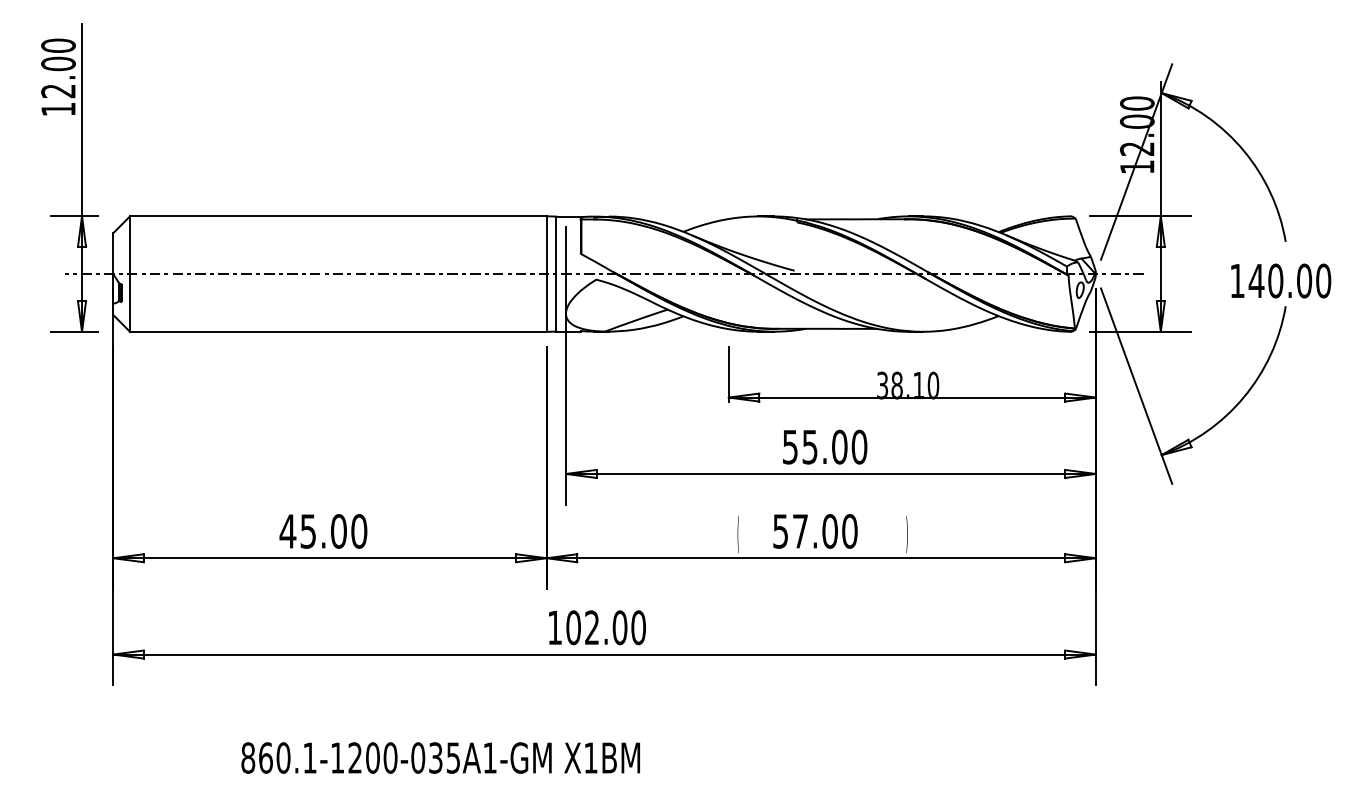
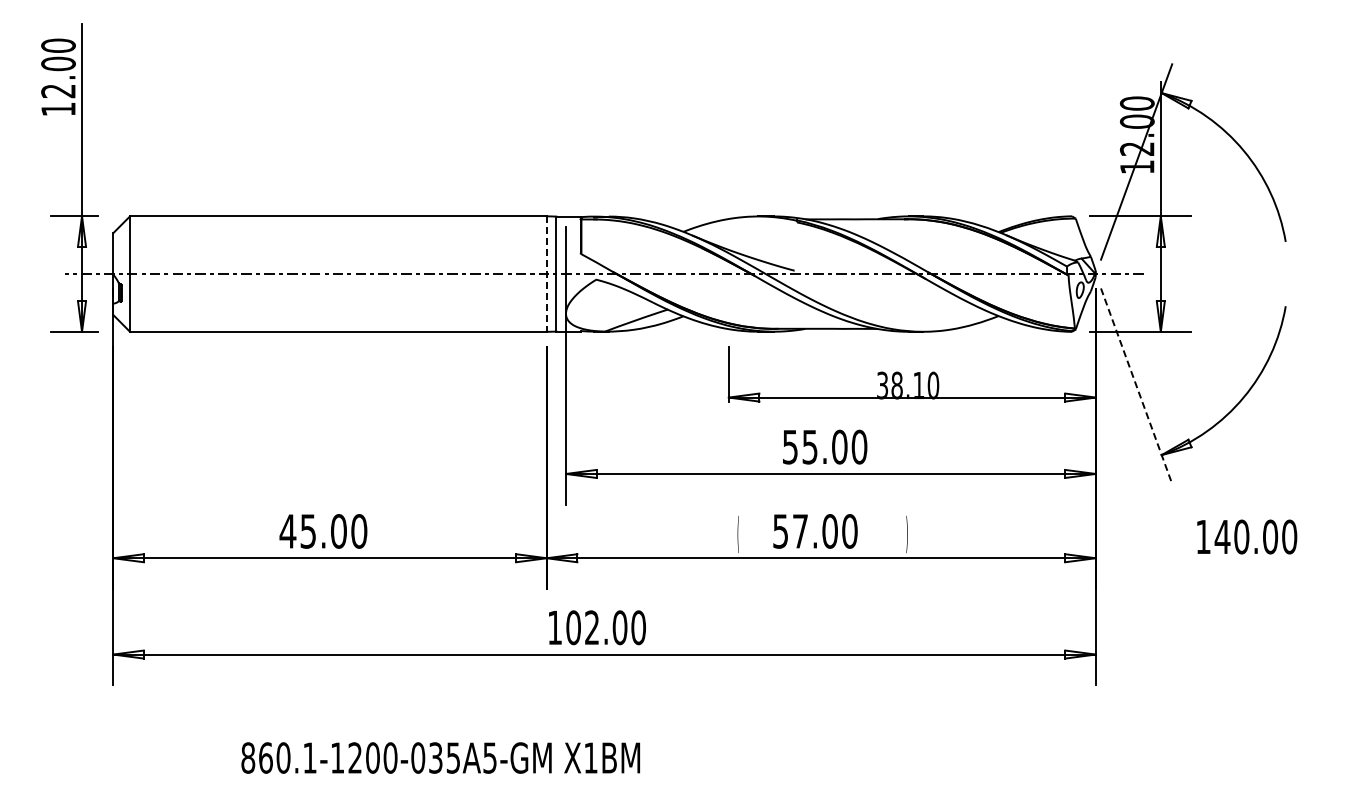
line at (546, 274): solid -> dashed
text at (1281, 280) position: (1281, 280) -> (1247, 536)
line at (1136, 386): solid -> dashed
text at (489, 757): 860.1-1200-035A1-GM -> 860.1-1200-035A5-GM
